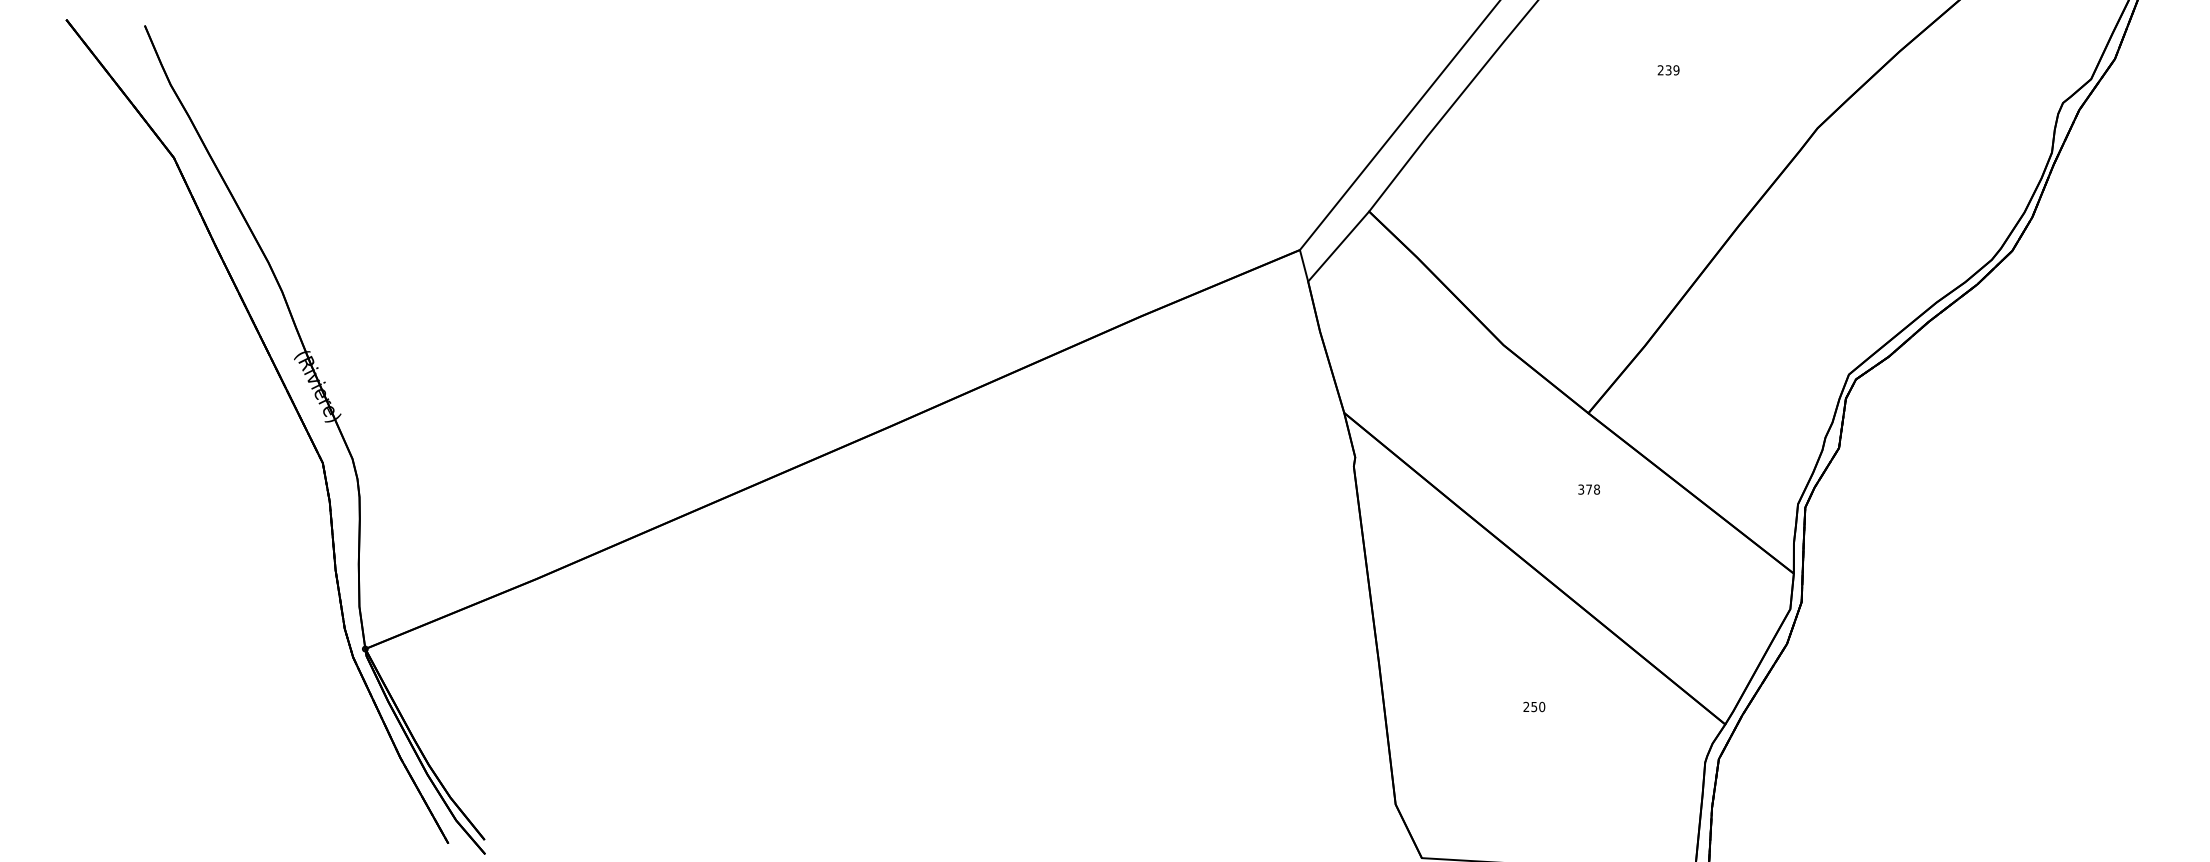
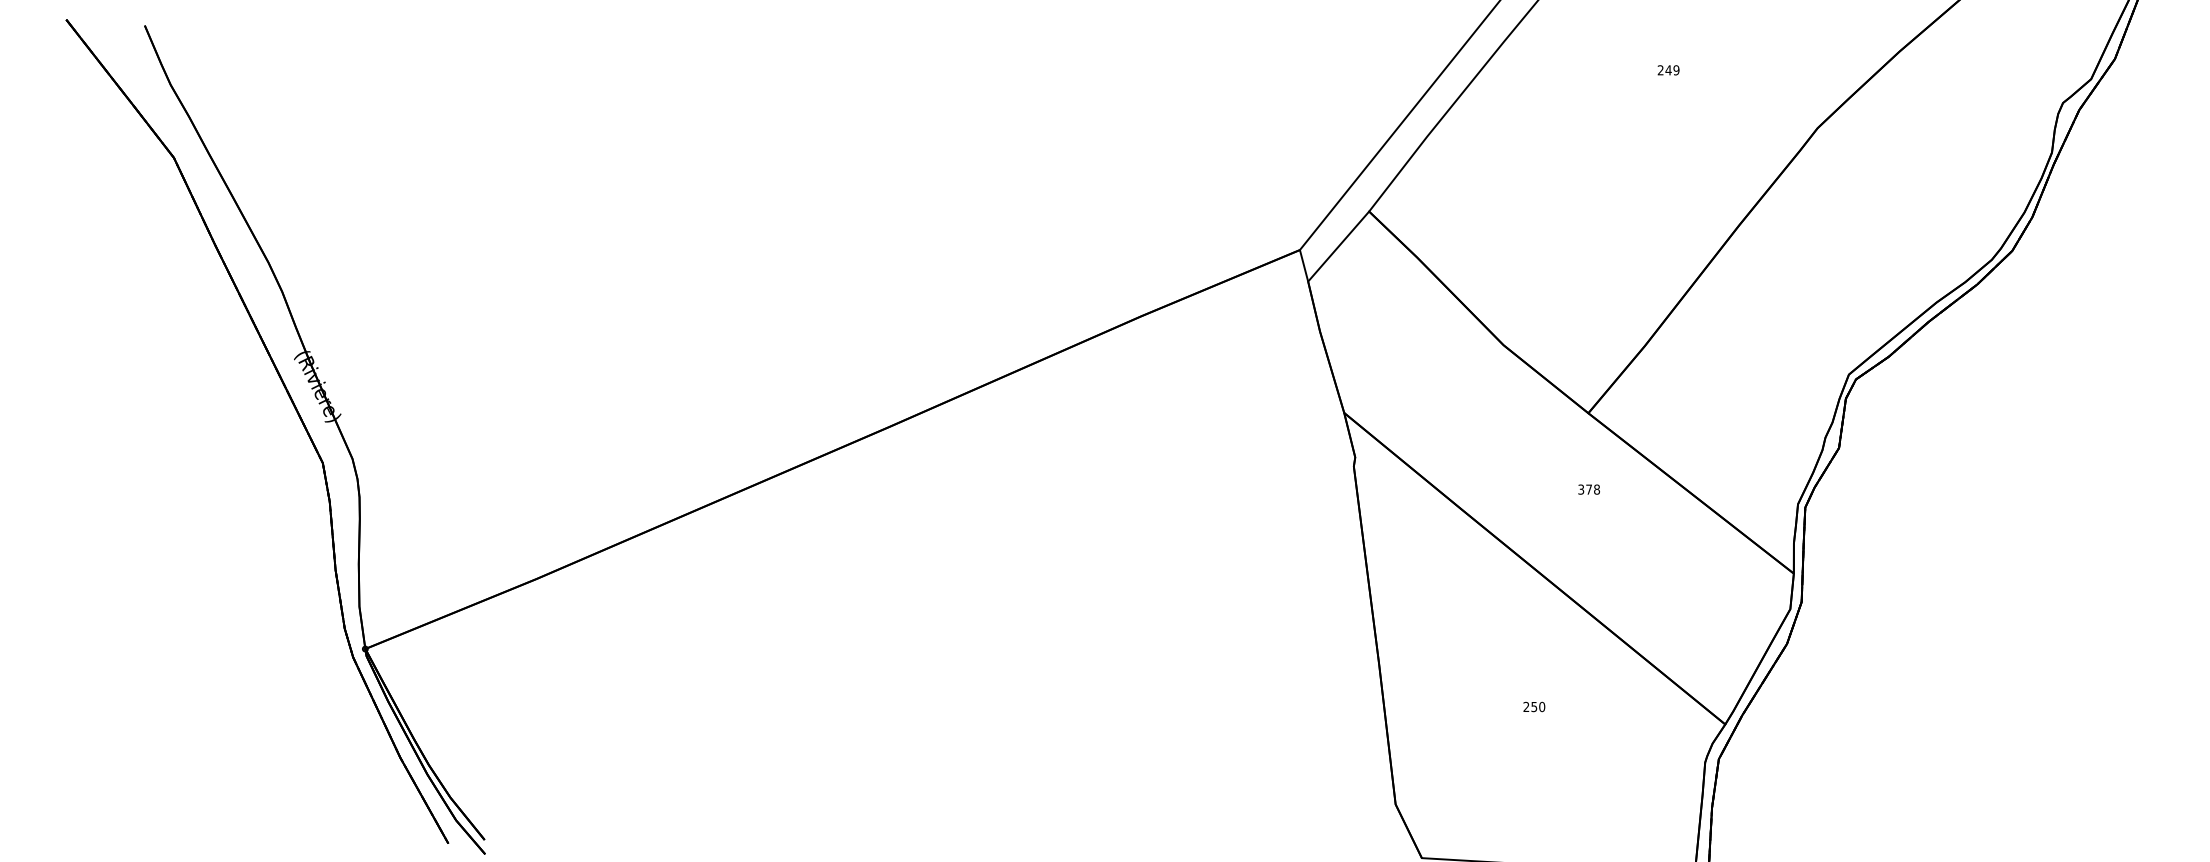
text at (1668, 70): 239 -> 249
